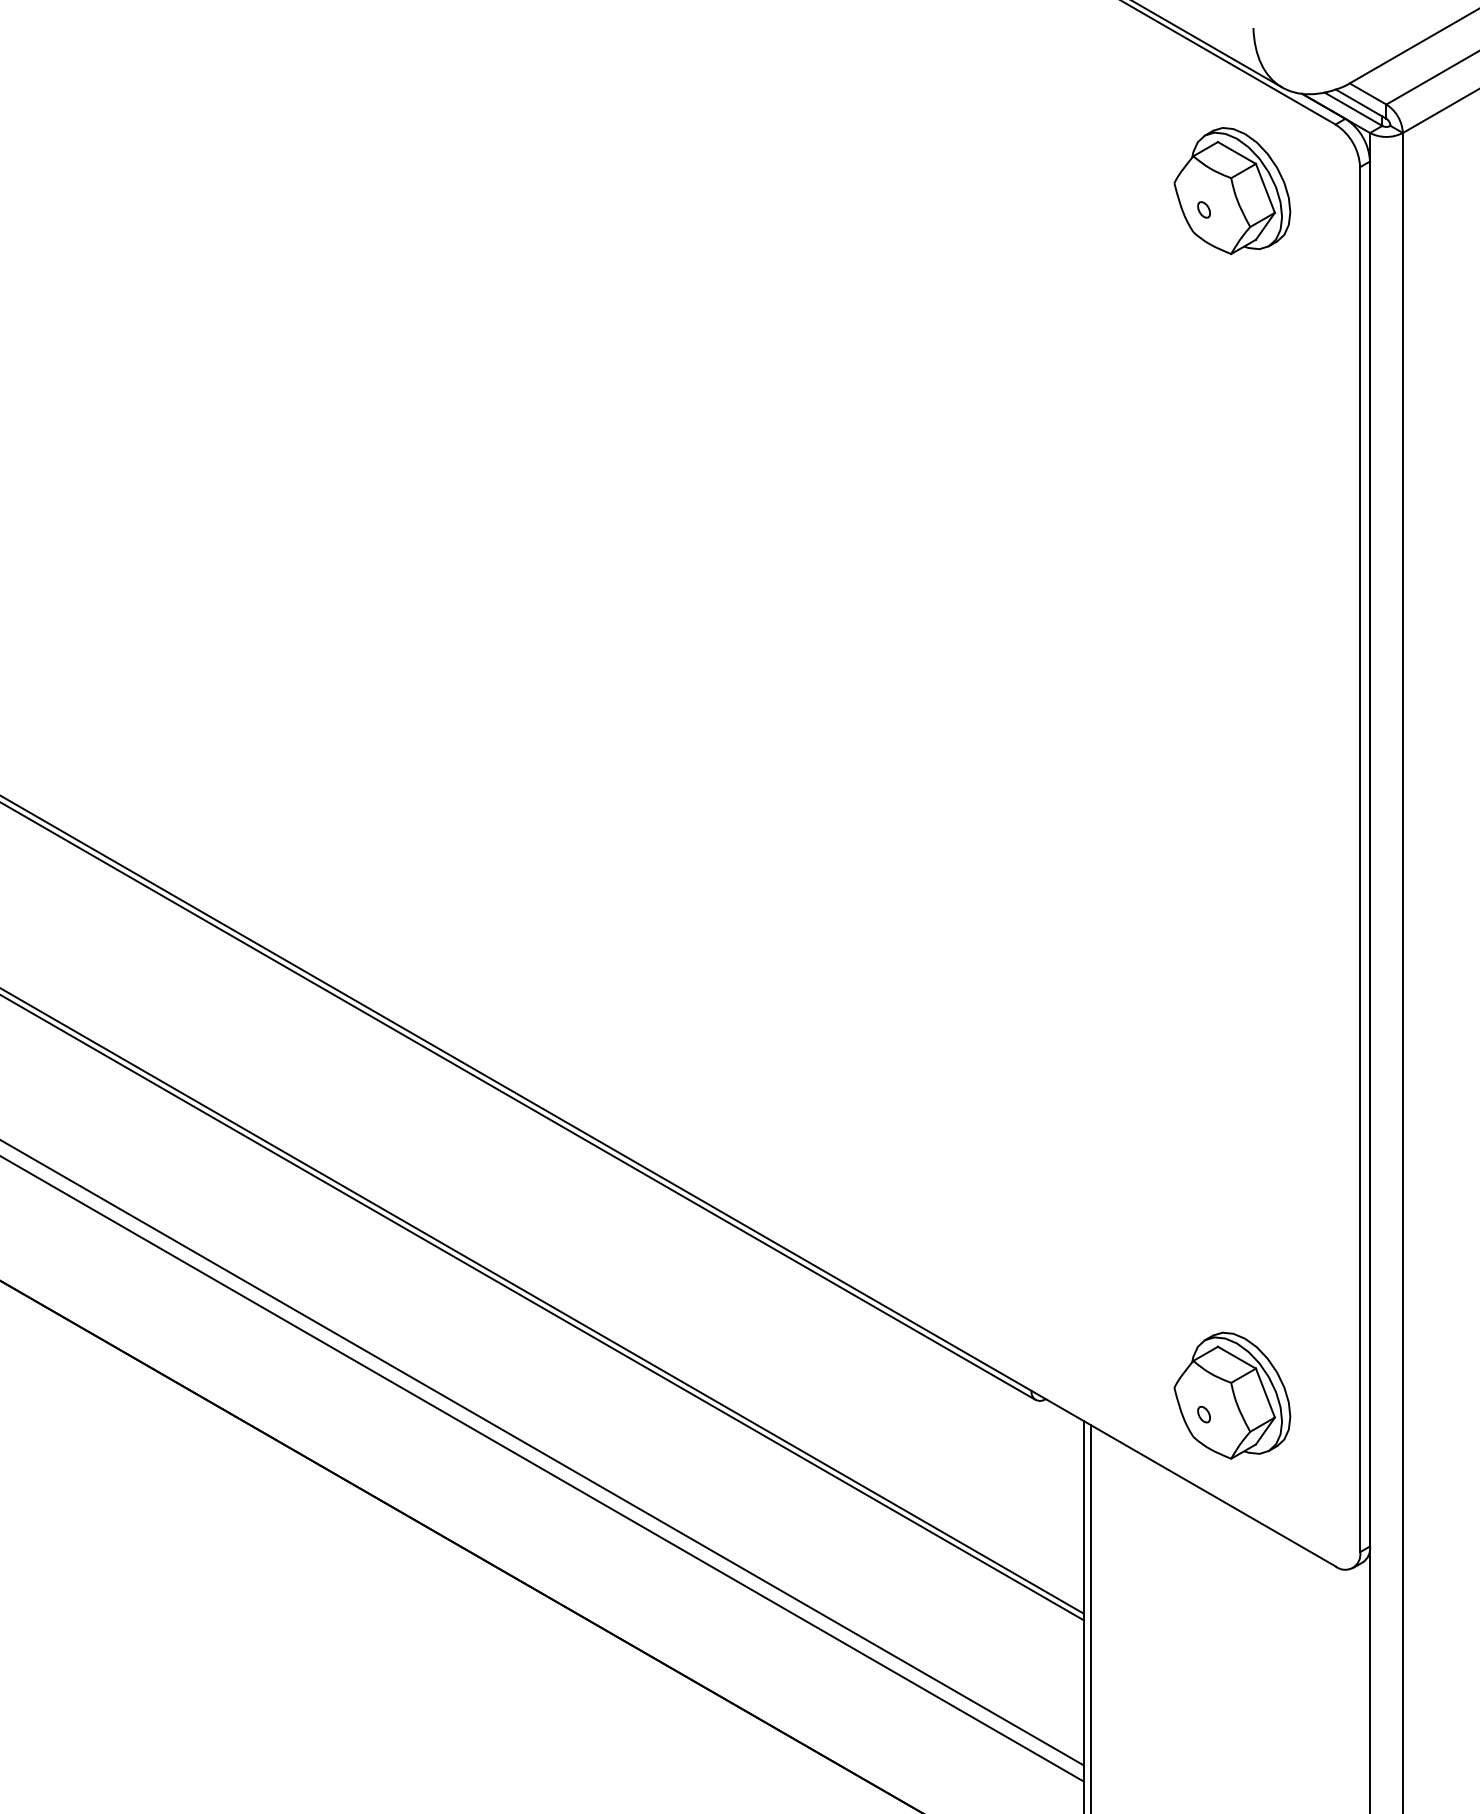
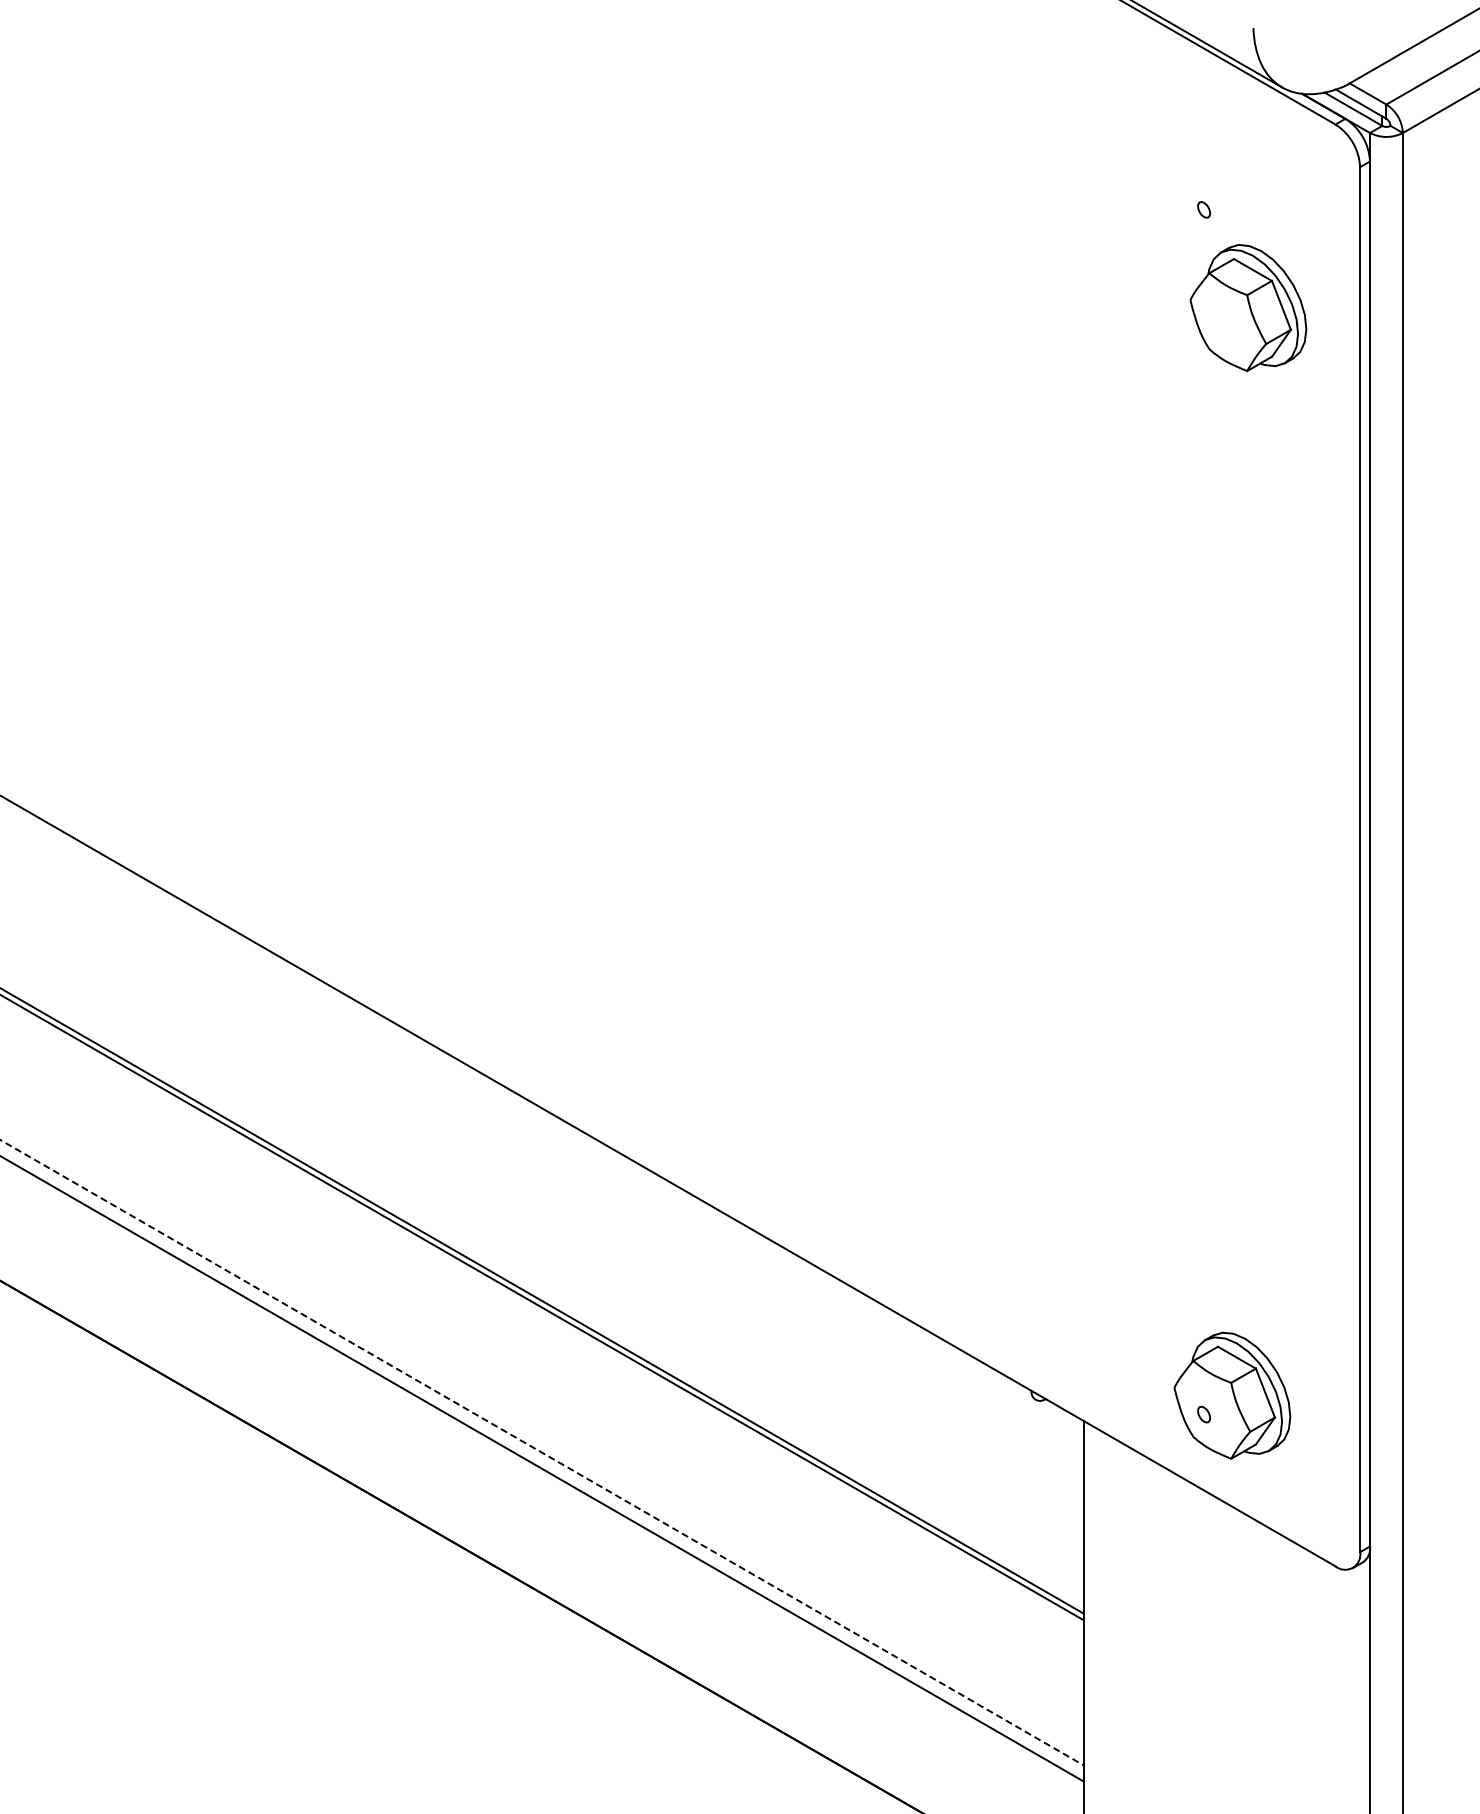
part at (1232, 190) position: (1232, 190) -> (1248, 307)
line at (518, 1101): present -> none
line at (542, 1453): solid -> dashed
line at (1090, 1617): present -> none
